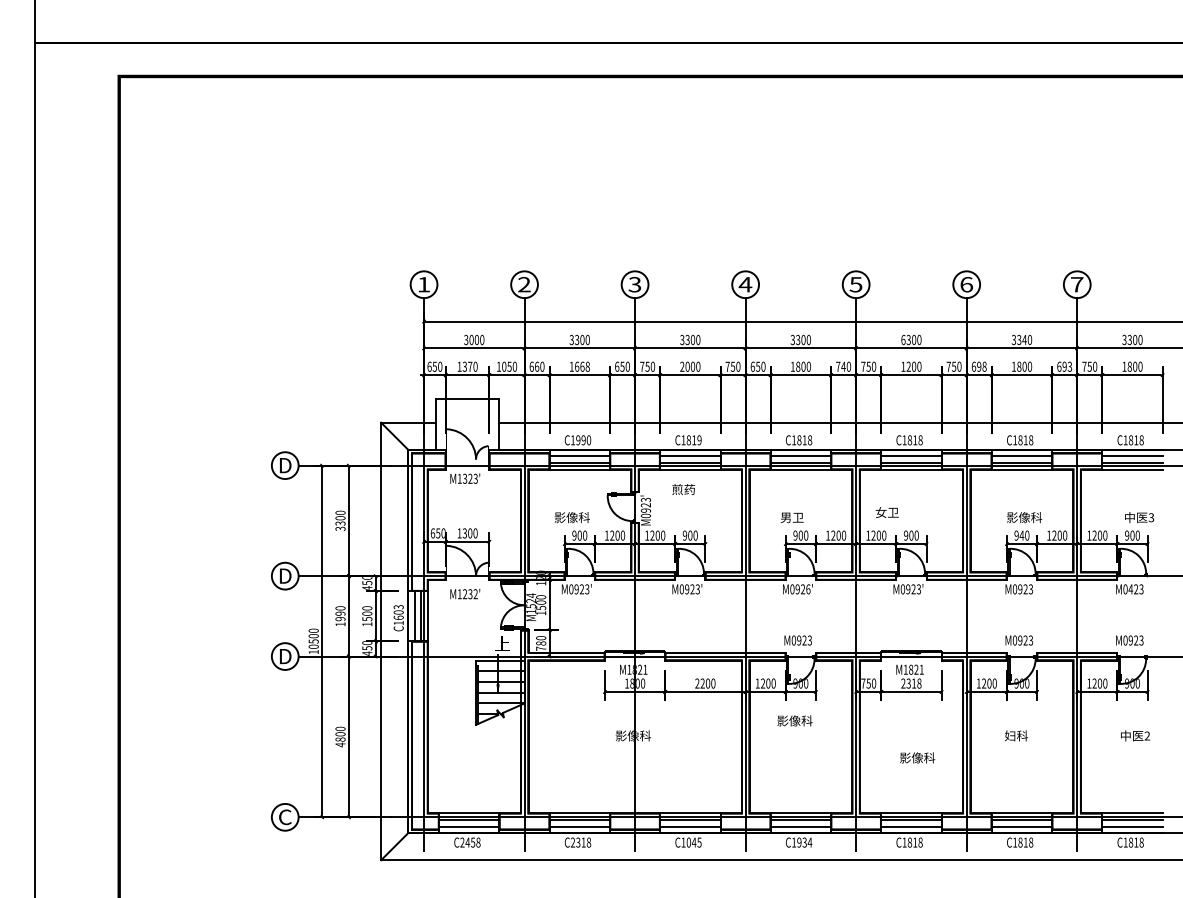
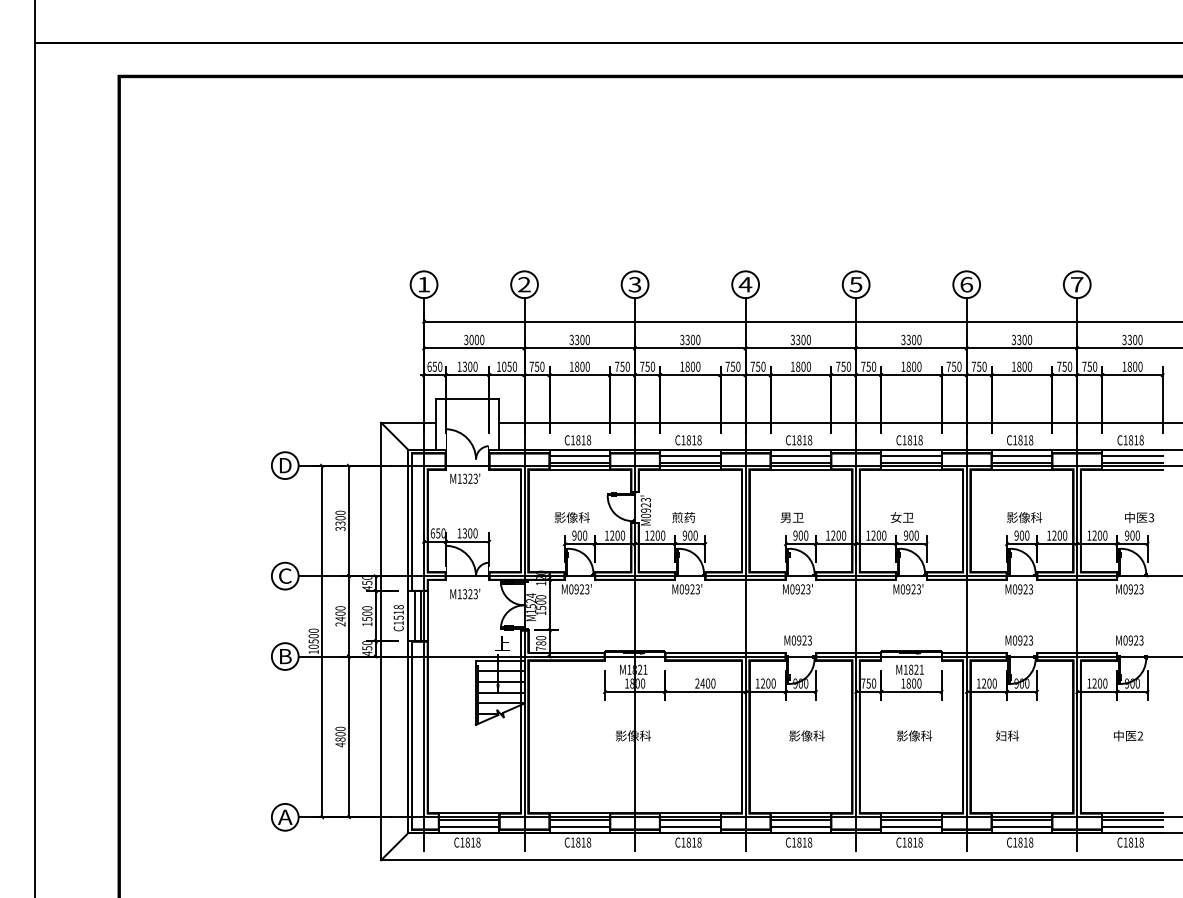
text at (903, 339): 6300 -> 3300
text at (1024, 339): 3340 -> 3300
text at (470, 366): 1370 -> 1300
text at (534, 366): 660 -> 750
text at (582, 366): 1668 -> 1800
text at (617, 366): 650 -> 750
text at (684, 366): 2000 -> 1800
text at (752, 366): 650 -> 750
text at (843, 366): 740 -> 750
text at (908, 366): 1200 -> 1800
text at (978, 366): 698 -> 750
text at (1064, 366): 693 -> 750
text at (583, 440): C1990 -> C1818
text at (699, 440): C1819 -> C1818
text at (683, 489) position: (683, 489) -> (683, 517)
text at (886, 512) position: (886, 512) -> (901, 517)
text at (1021, 535): 940 -> 900
text at (285, 575): D -> C
text at (808, 589): M0926' -> M0923'
text at (1130, 589): M0423 -> M0923
text at (470, 594): M1232' -> M1323'
text at (398, 612): C1603 -> C1518
text at (340, 618): 1990 -> 2400
text at (286, 656): D -> B
text at (702, 683): 2200 -> 2400
text at (911, 683): 2318 -> 1800
text at (794, 720) position: (794, 720) -> (806, 735)
text at (1016, 735) position: (1016, 735) -> (1007, 735)
text at (1135, 735) position: (1135, 735) -> (1128, 735)
text at (917, 757) position: (917, 757) -> (914, 735)
text at (285, 817): C -> A
text at (467, 842): C2458 -> C1818
text at (575, 842): C2318 -> C1818
text at (693, 842): C1045 -> C1818
text at (804, 842): C1934 -> C1818
